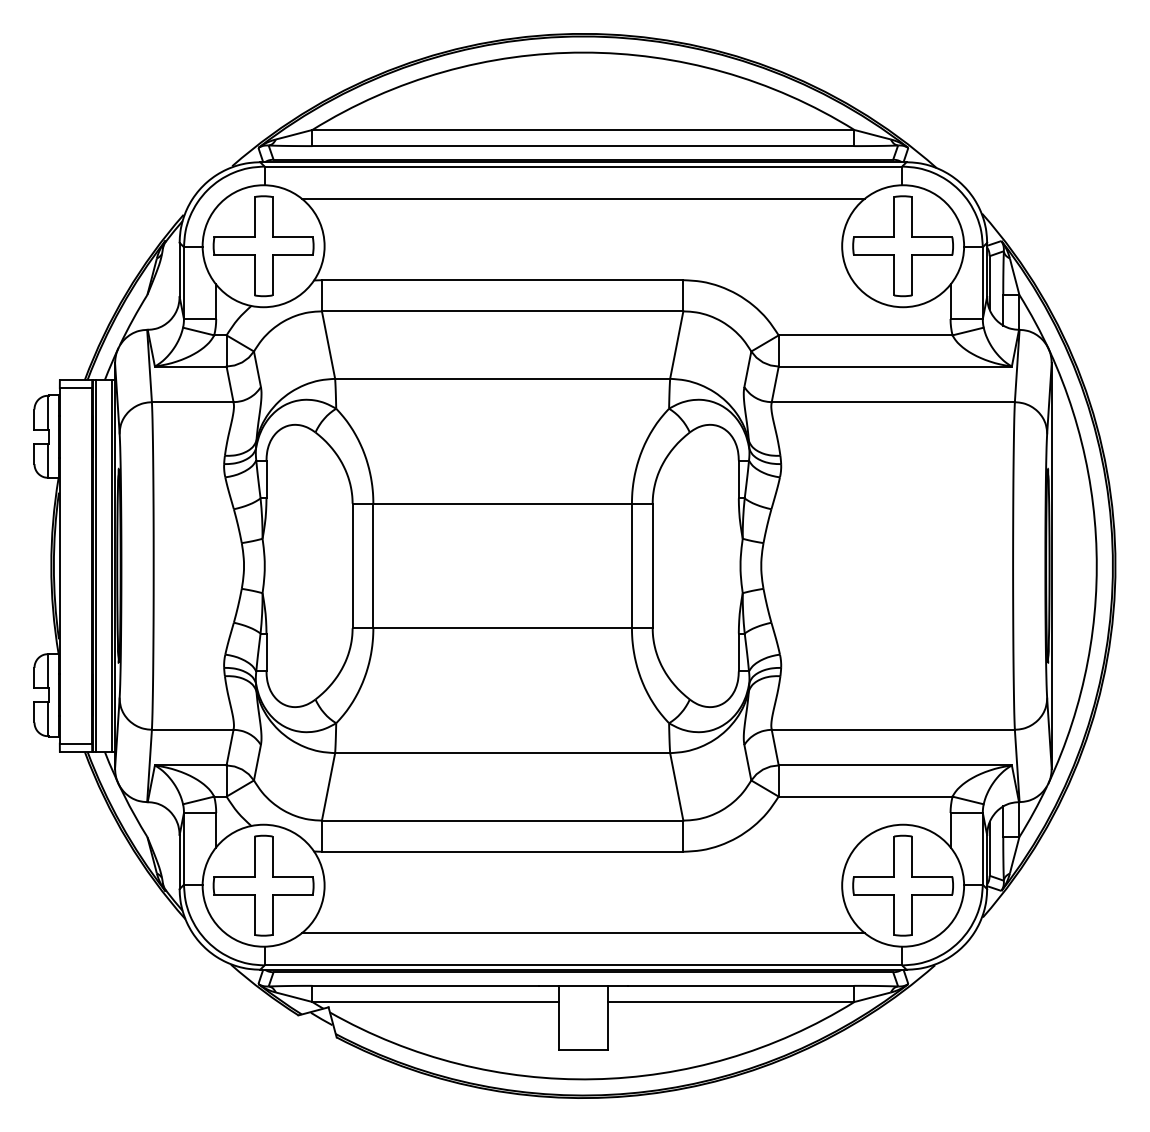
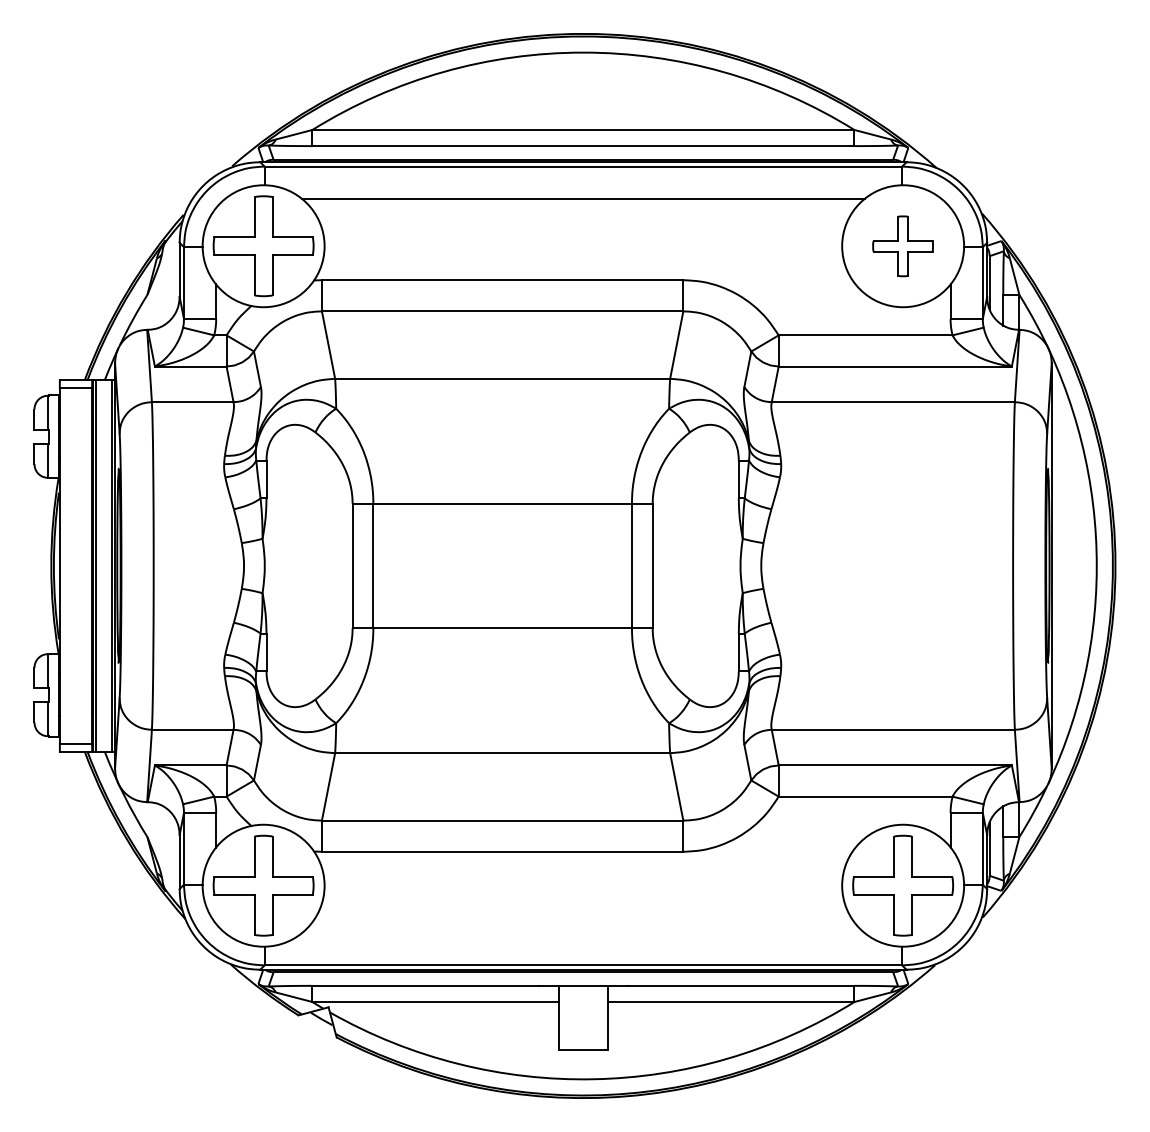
part at (902, 246) size: 102x103 px -> 62x63 px
line at (583, 933): present -> none
